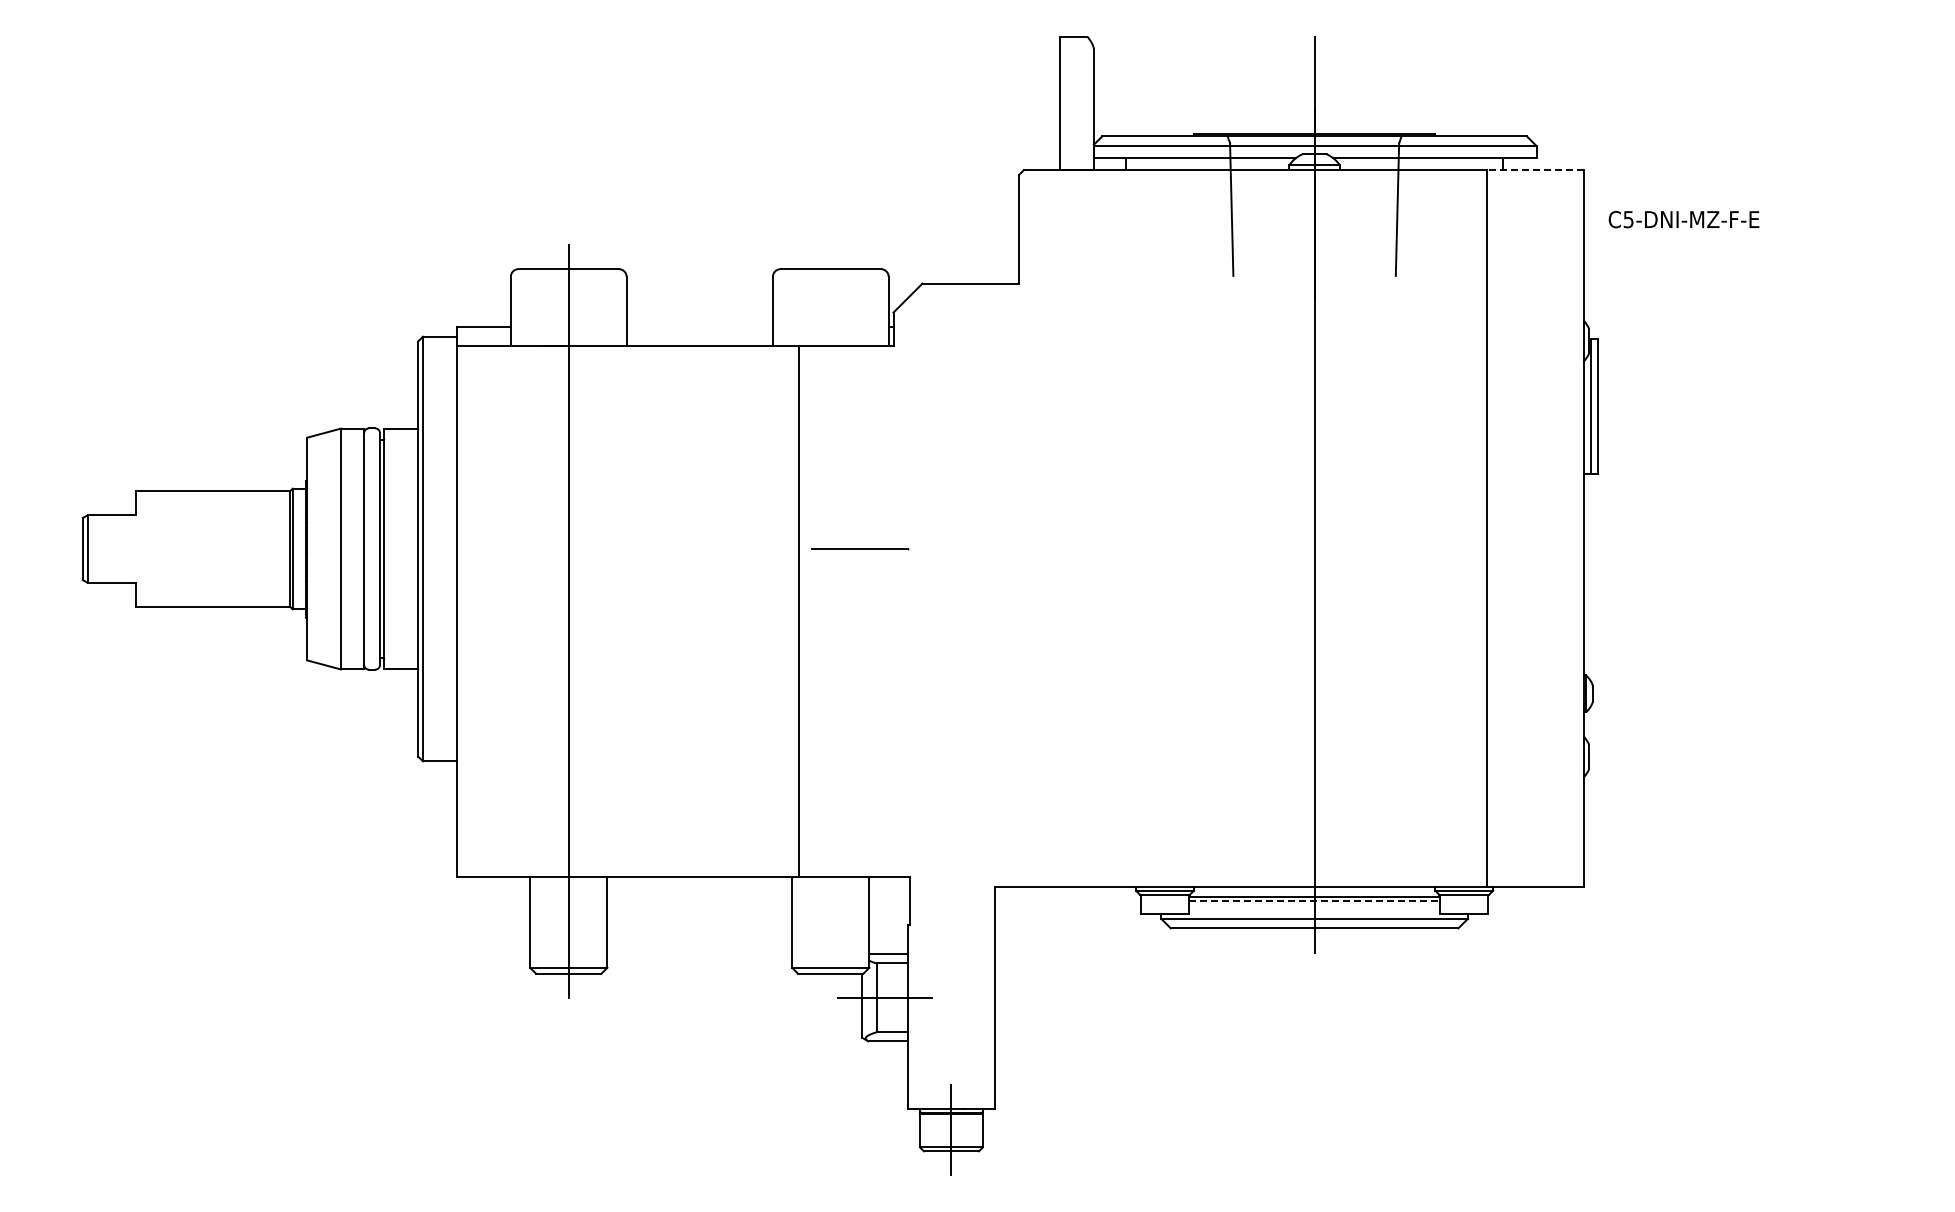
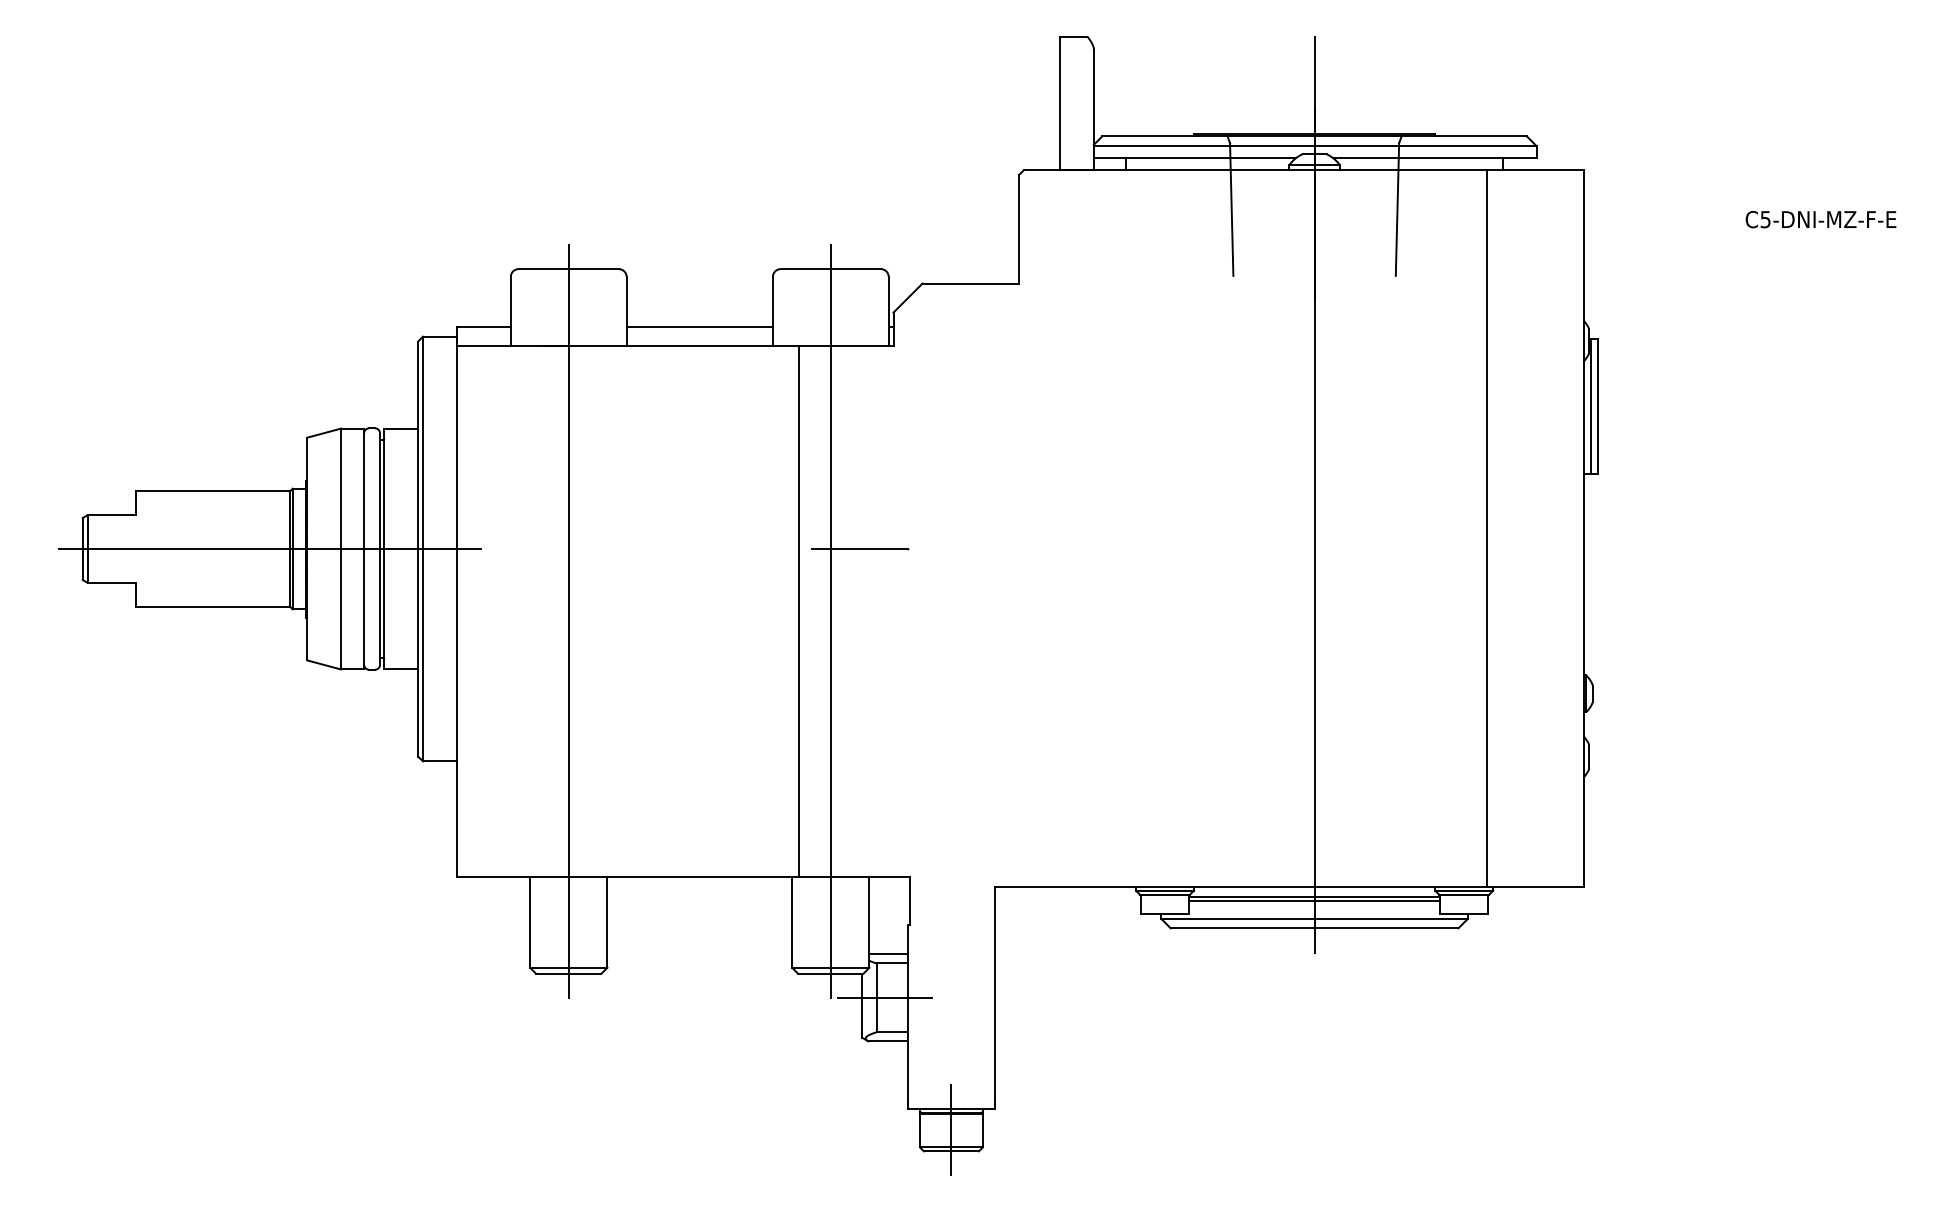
line at (1534, 170): dashed -> solid
text at (1683, 219) position: (1683, 219) -> (1820, 219)
line at (699, 327): none -> present
line at (269, 549): none -> present
line at (830, 621): none -> present
line at (1315, 901): dashed -> solid
